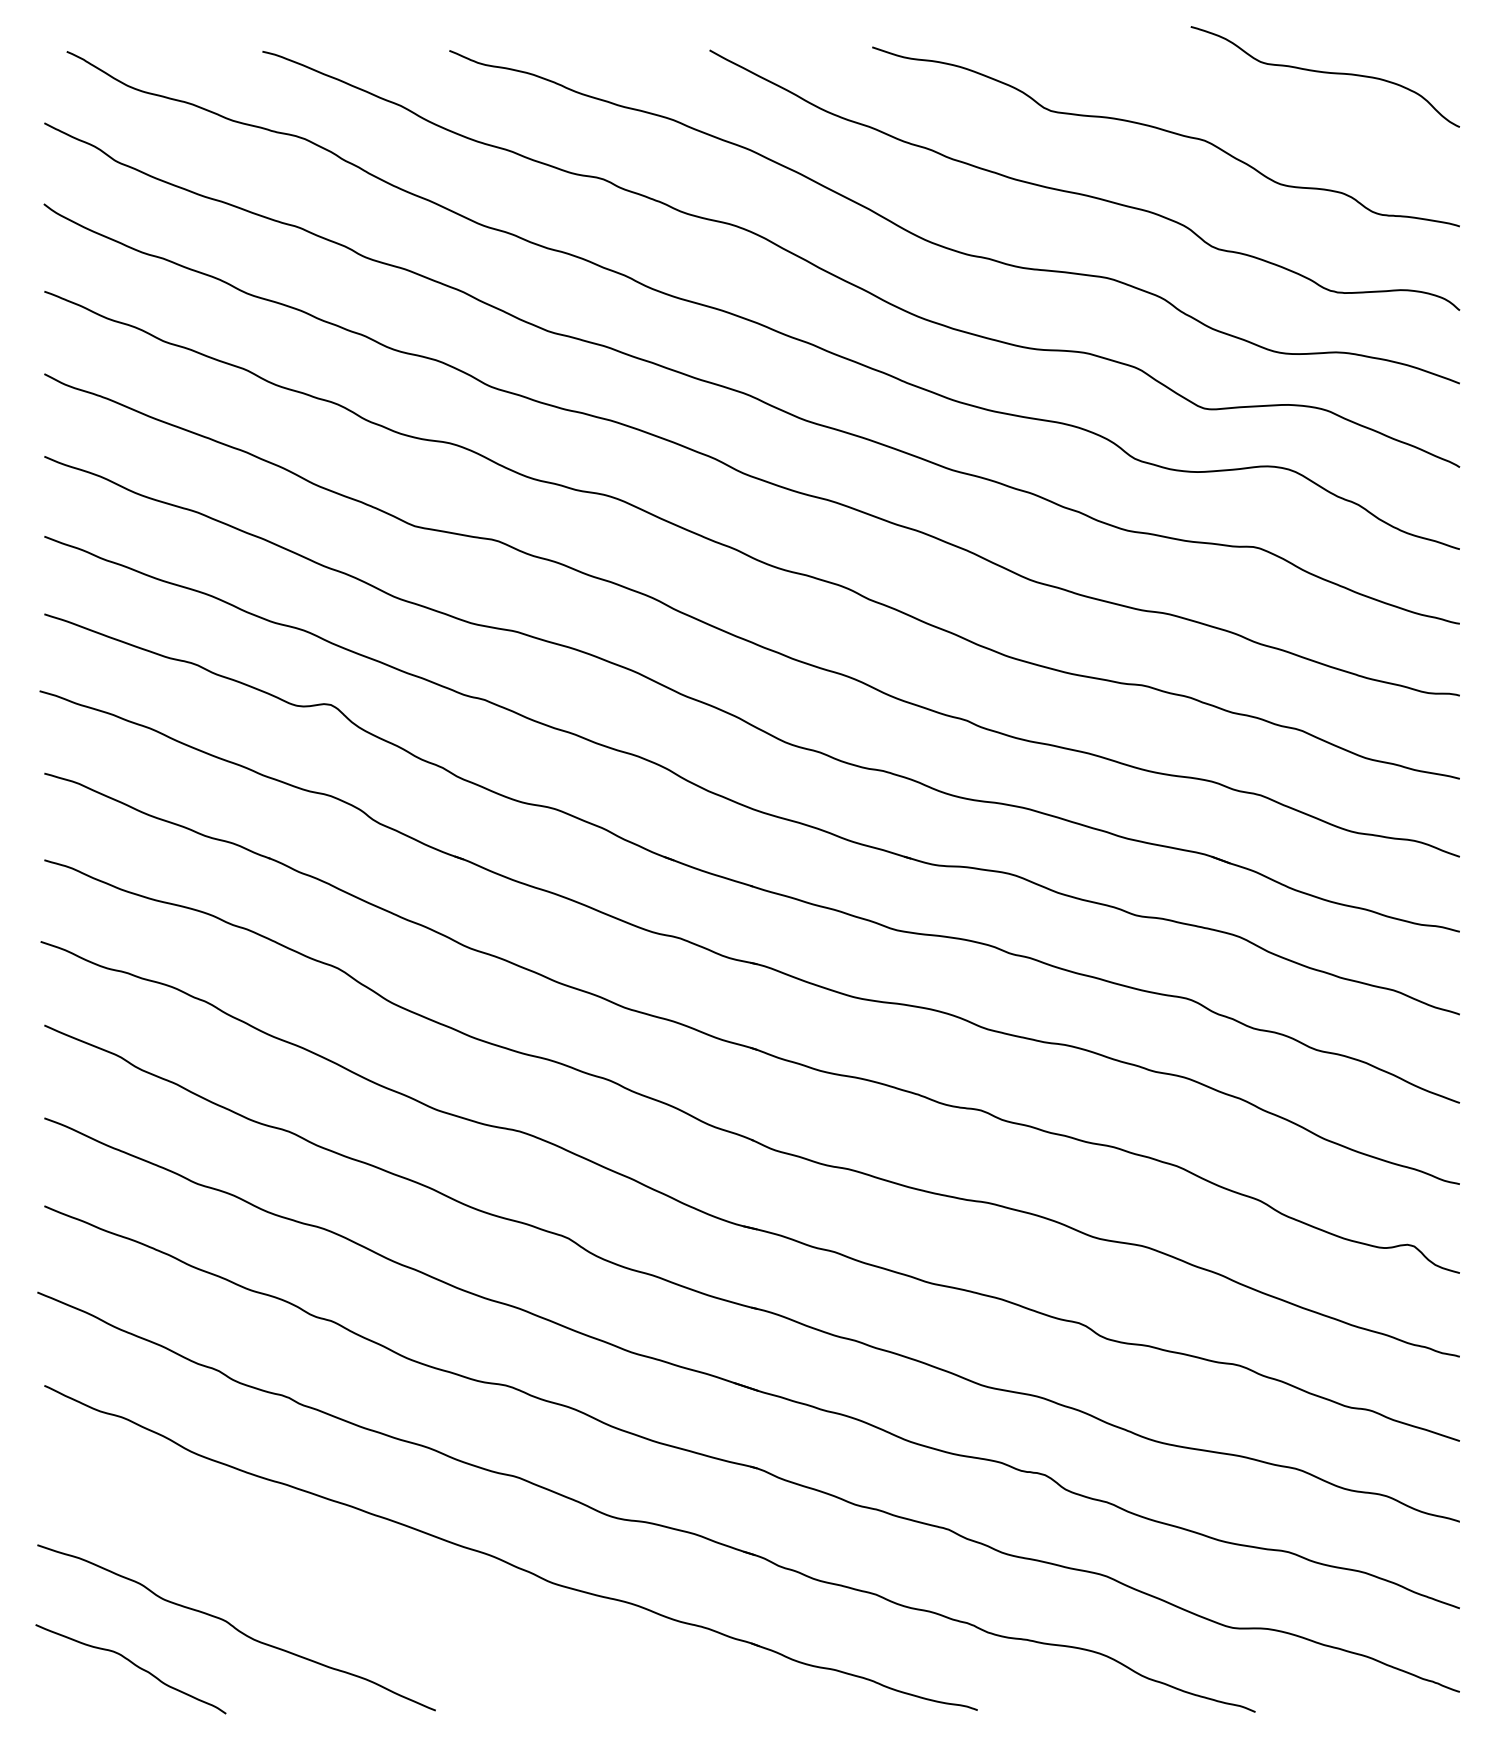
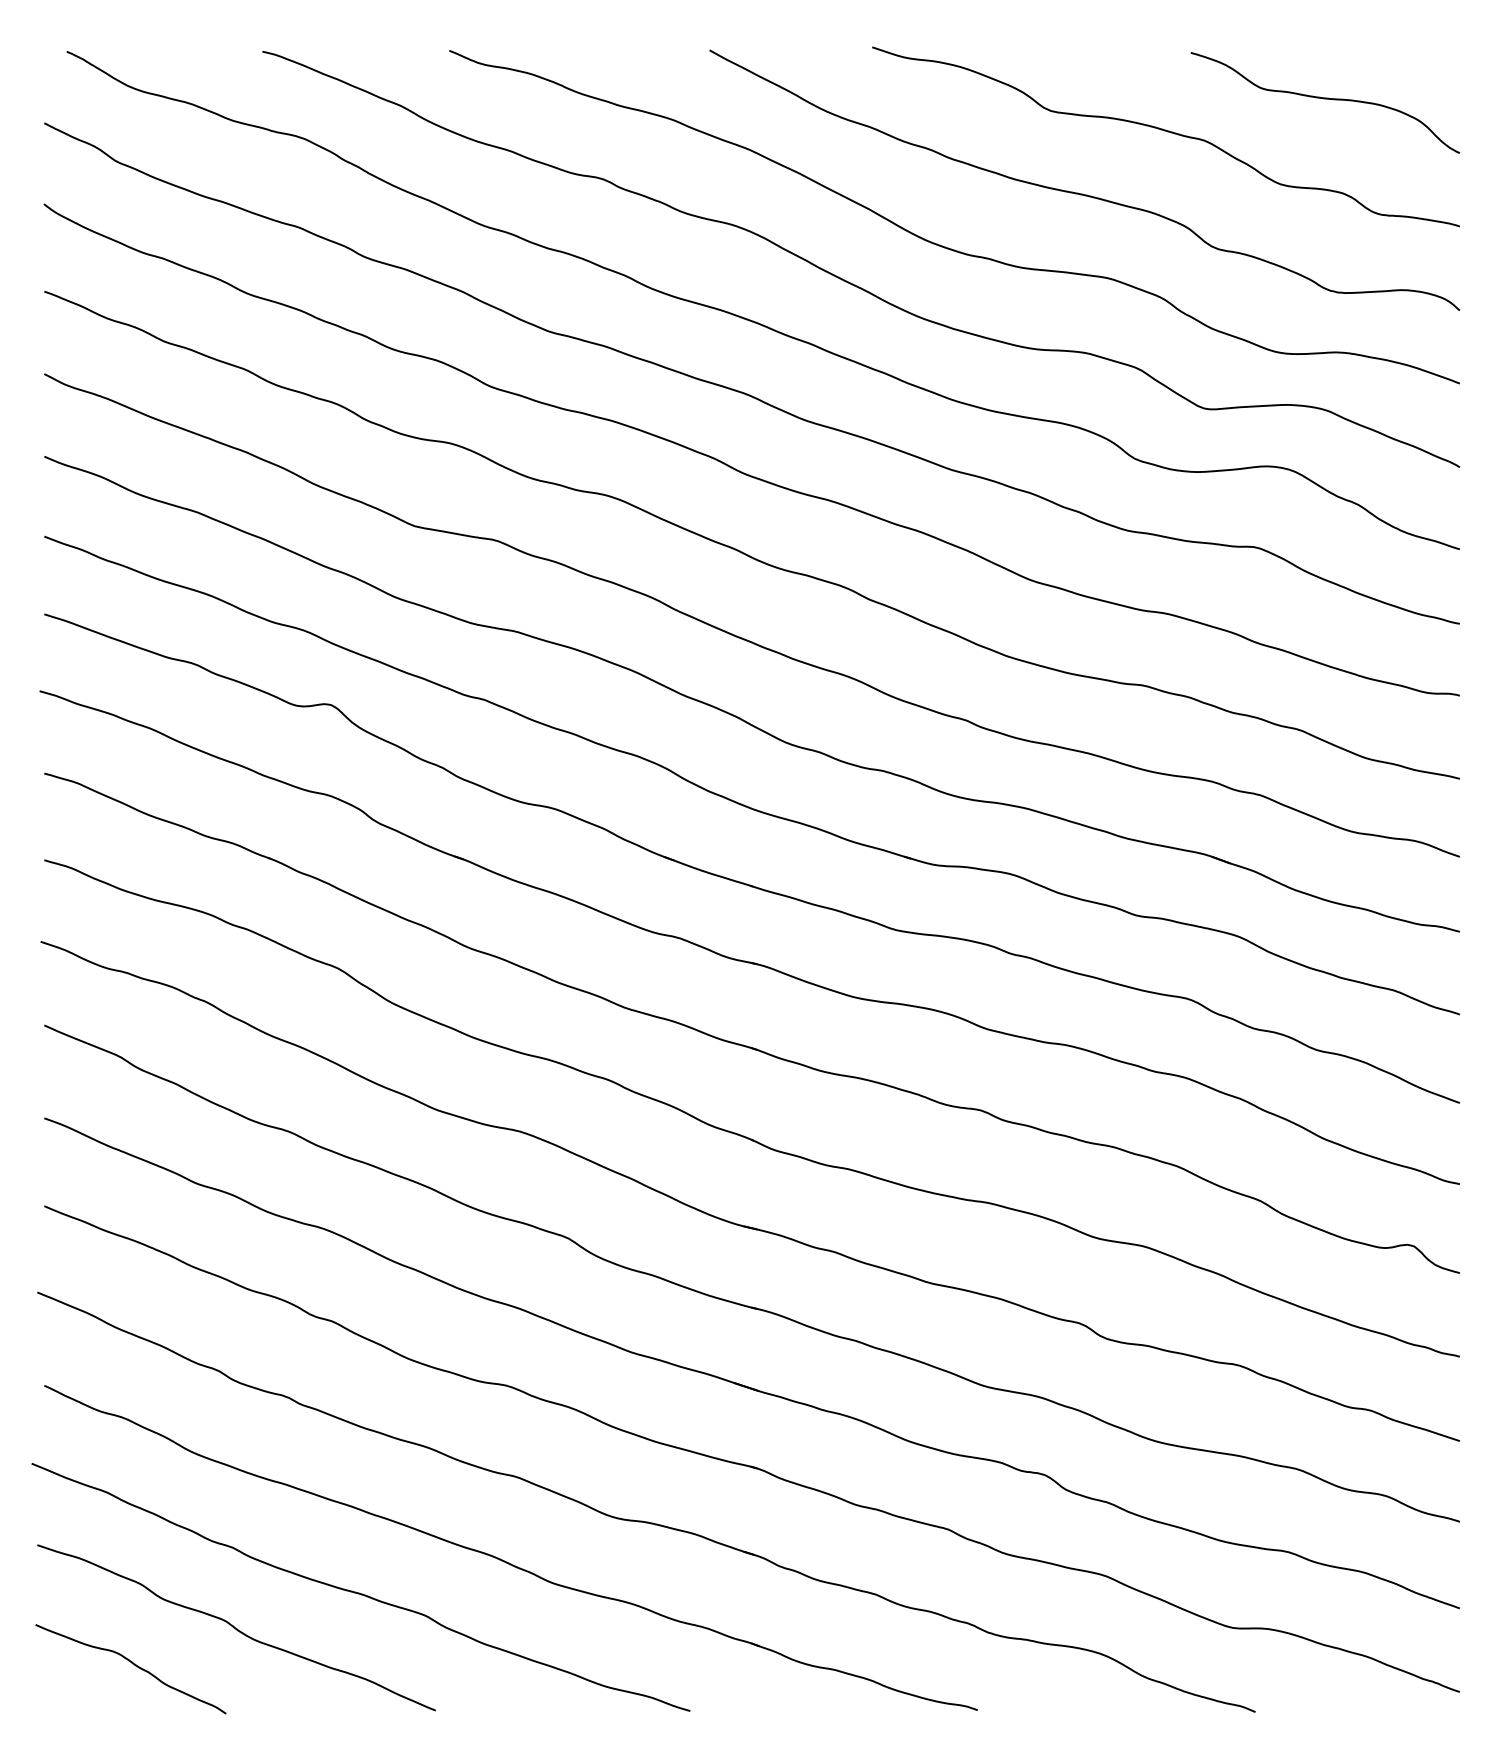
curve at (1324, 73) position: (1324, 73) -> (1324, 99)
curve at (359, 1592): none -> present
